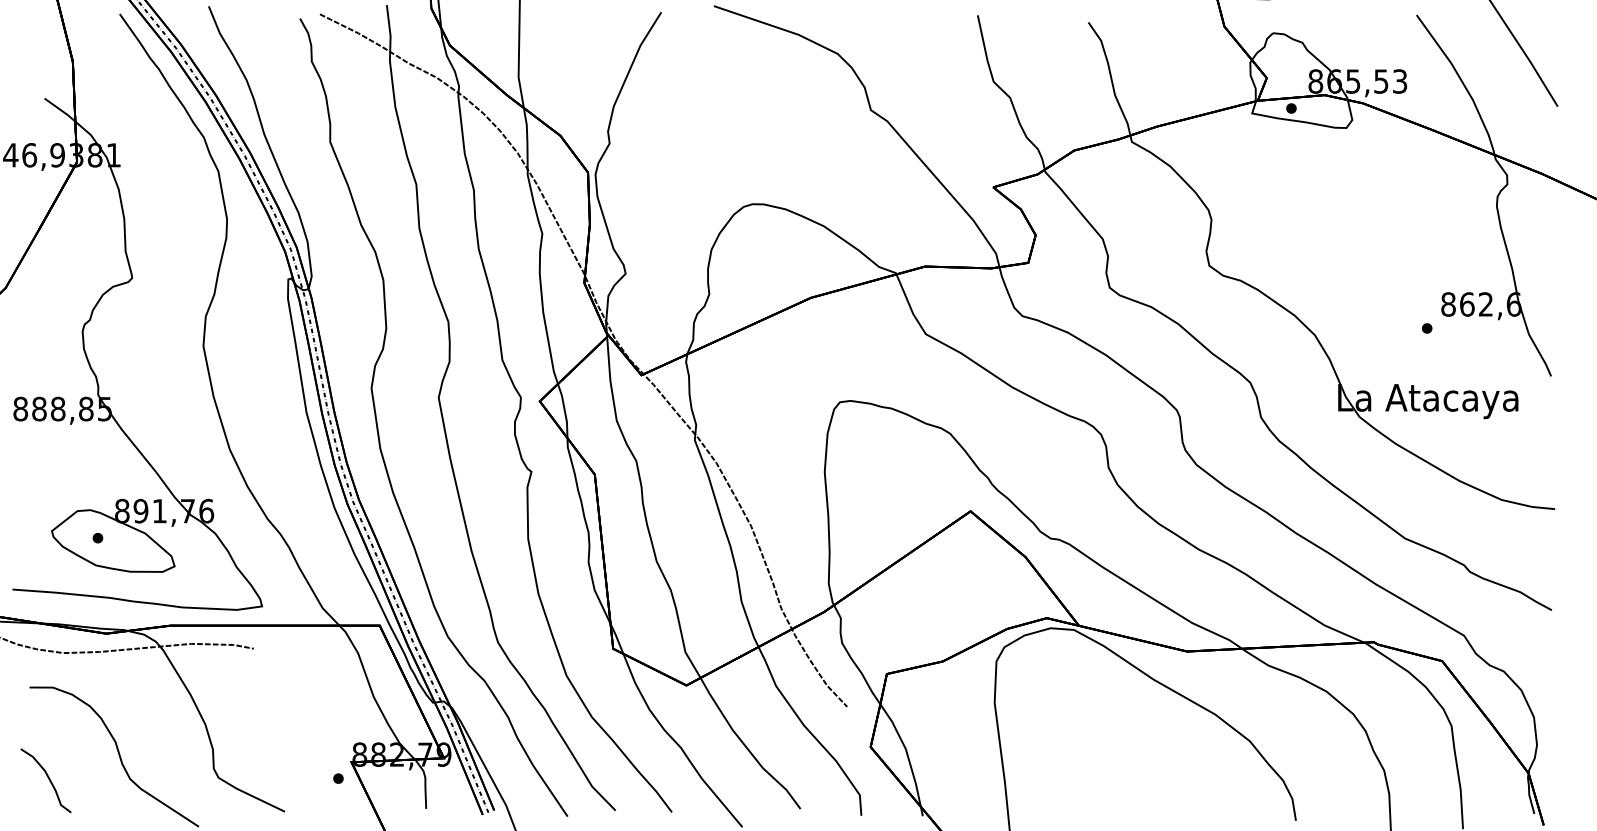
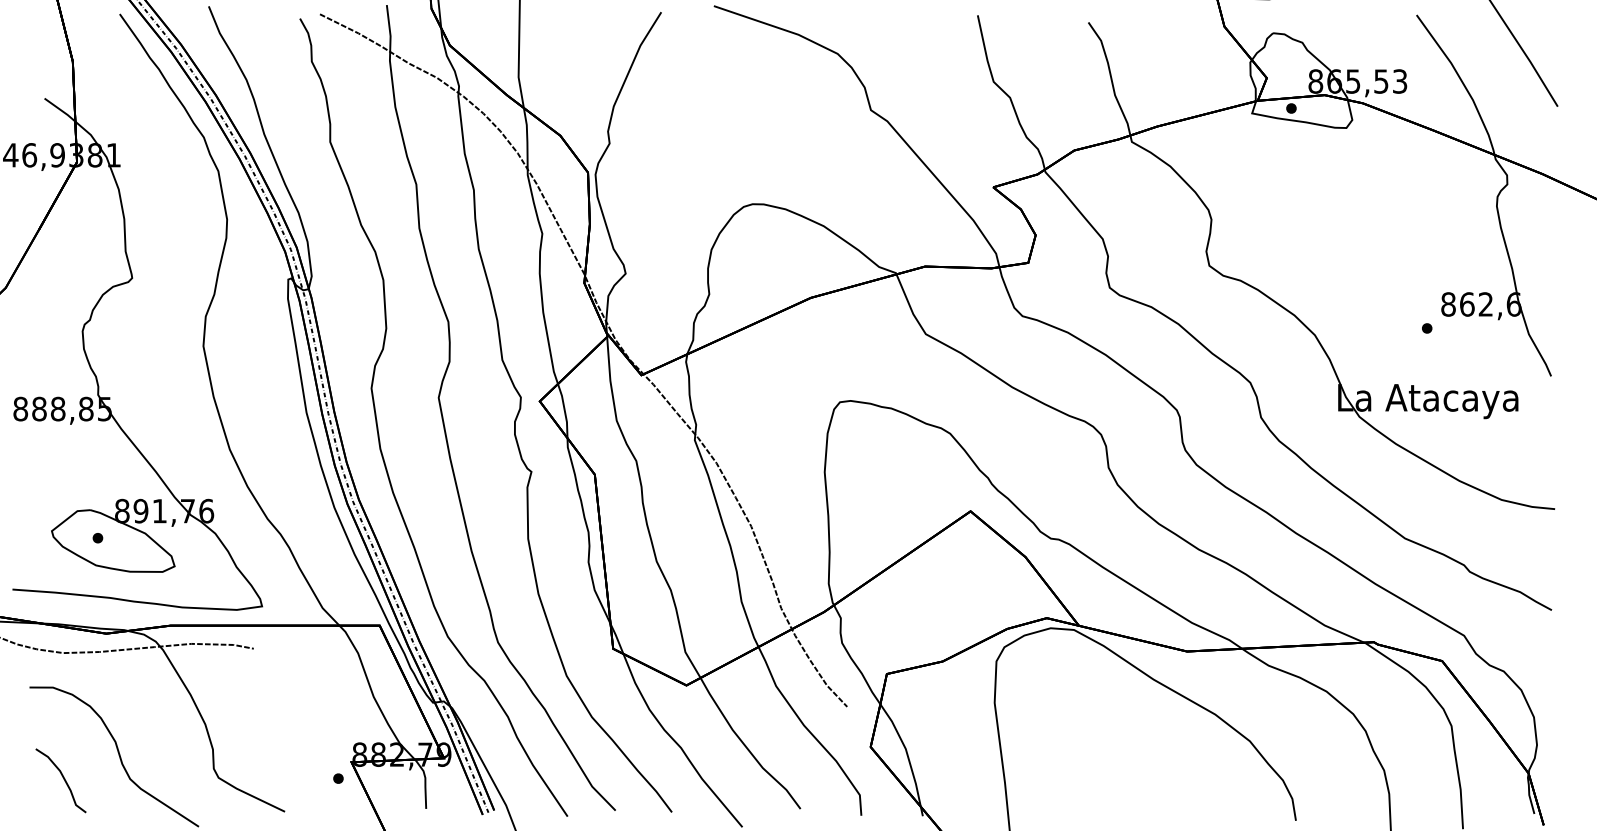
curve at (48, 779) position: (48, 779) -> (63, 779)
